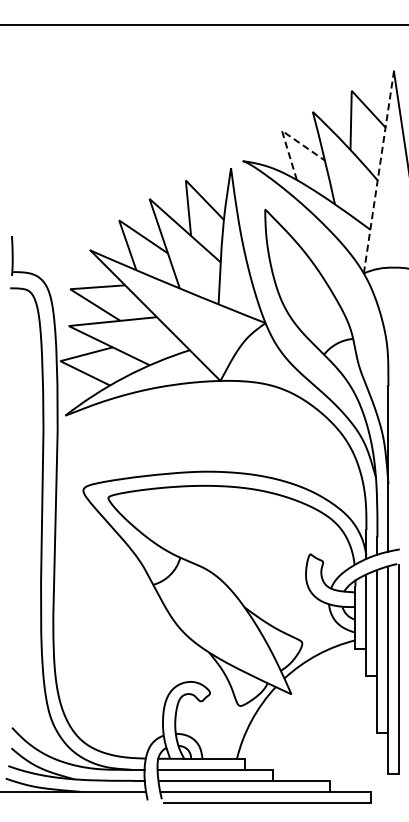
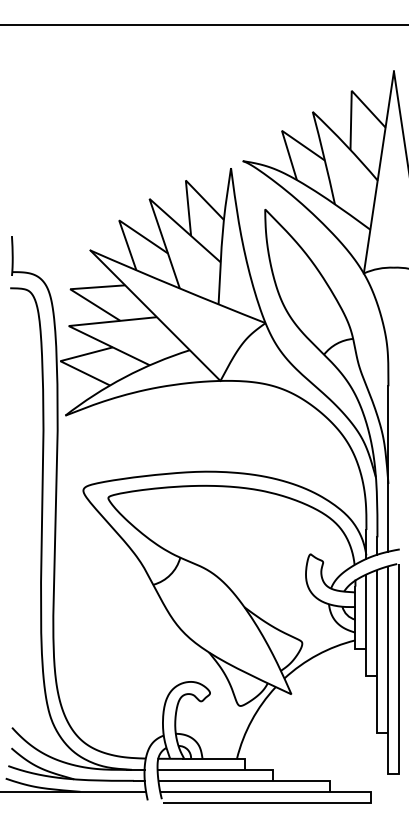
line at (281, 130): dashed -> solid
line at (378, 171): dashed -> solid
